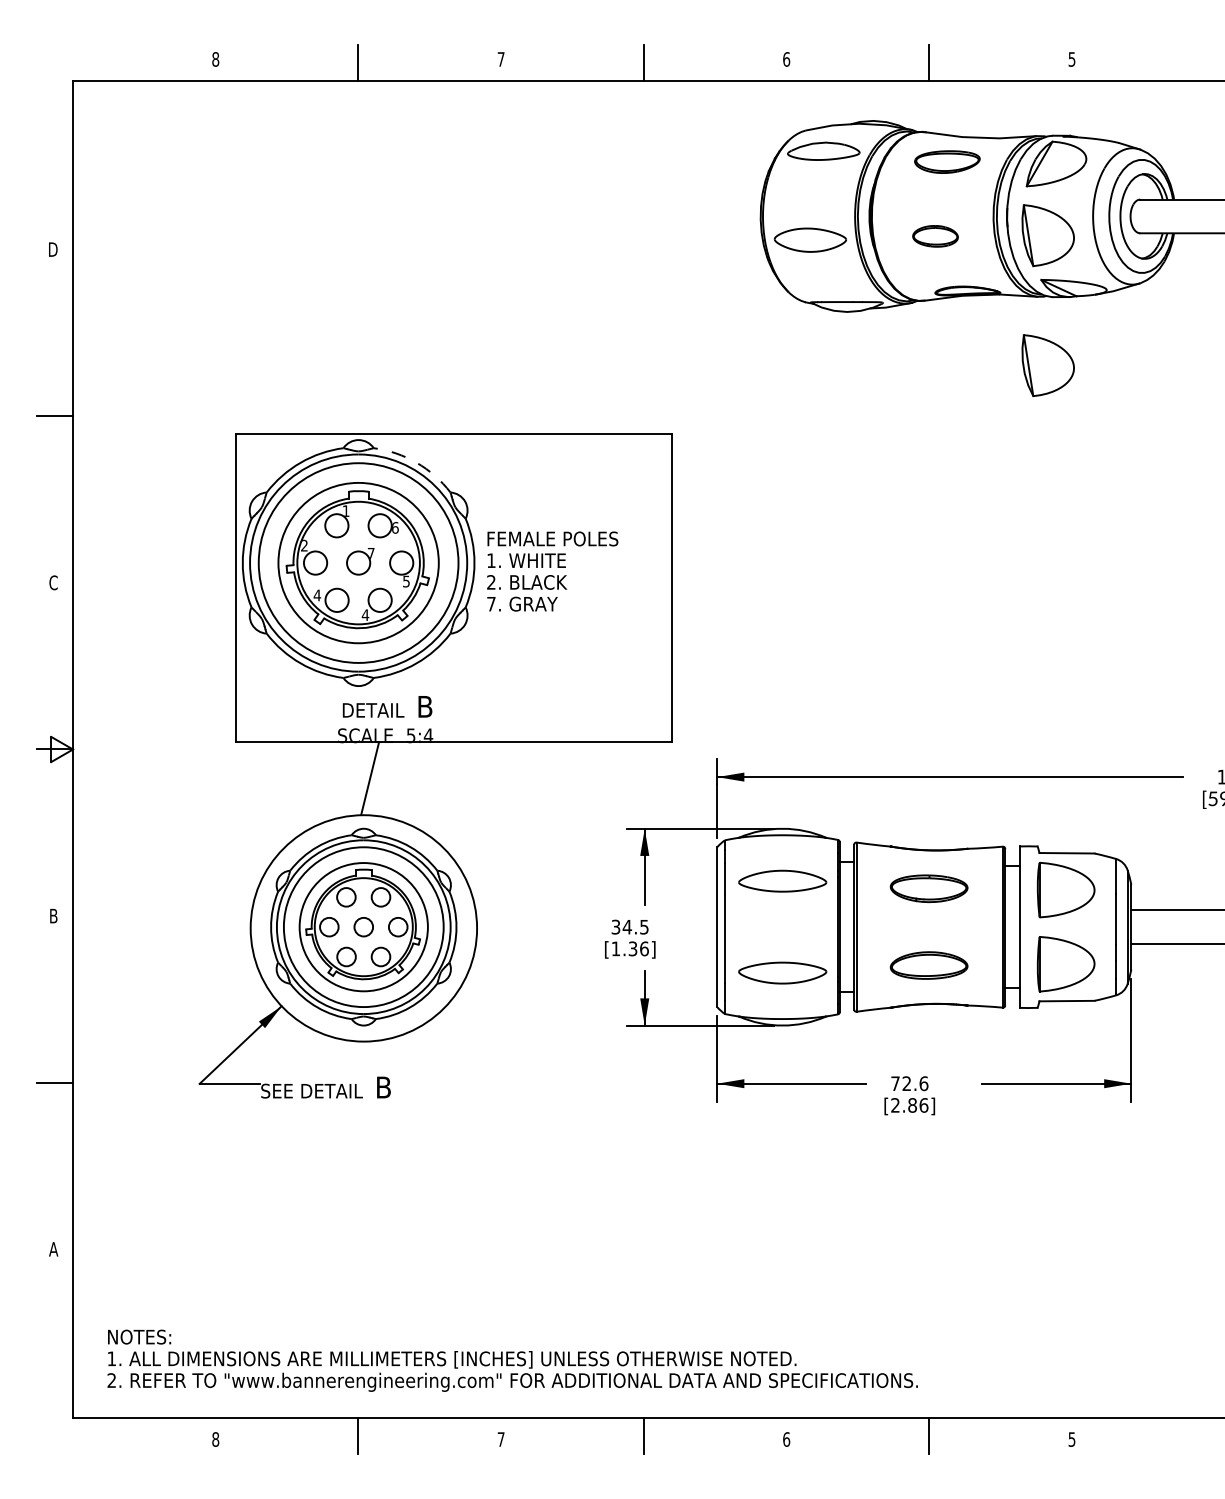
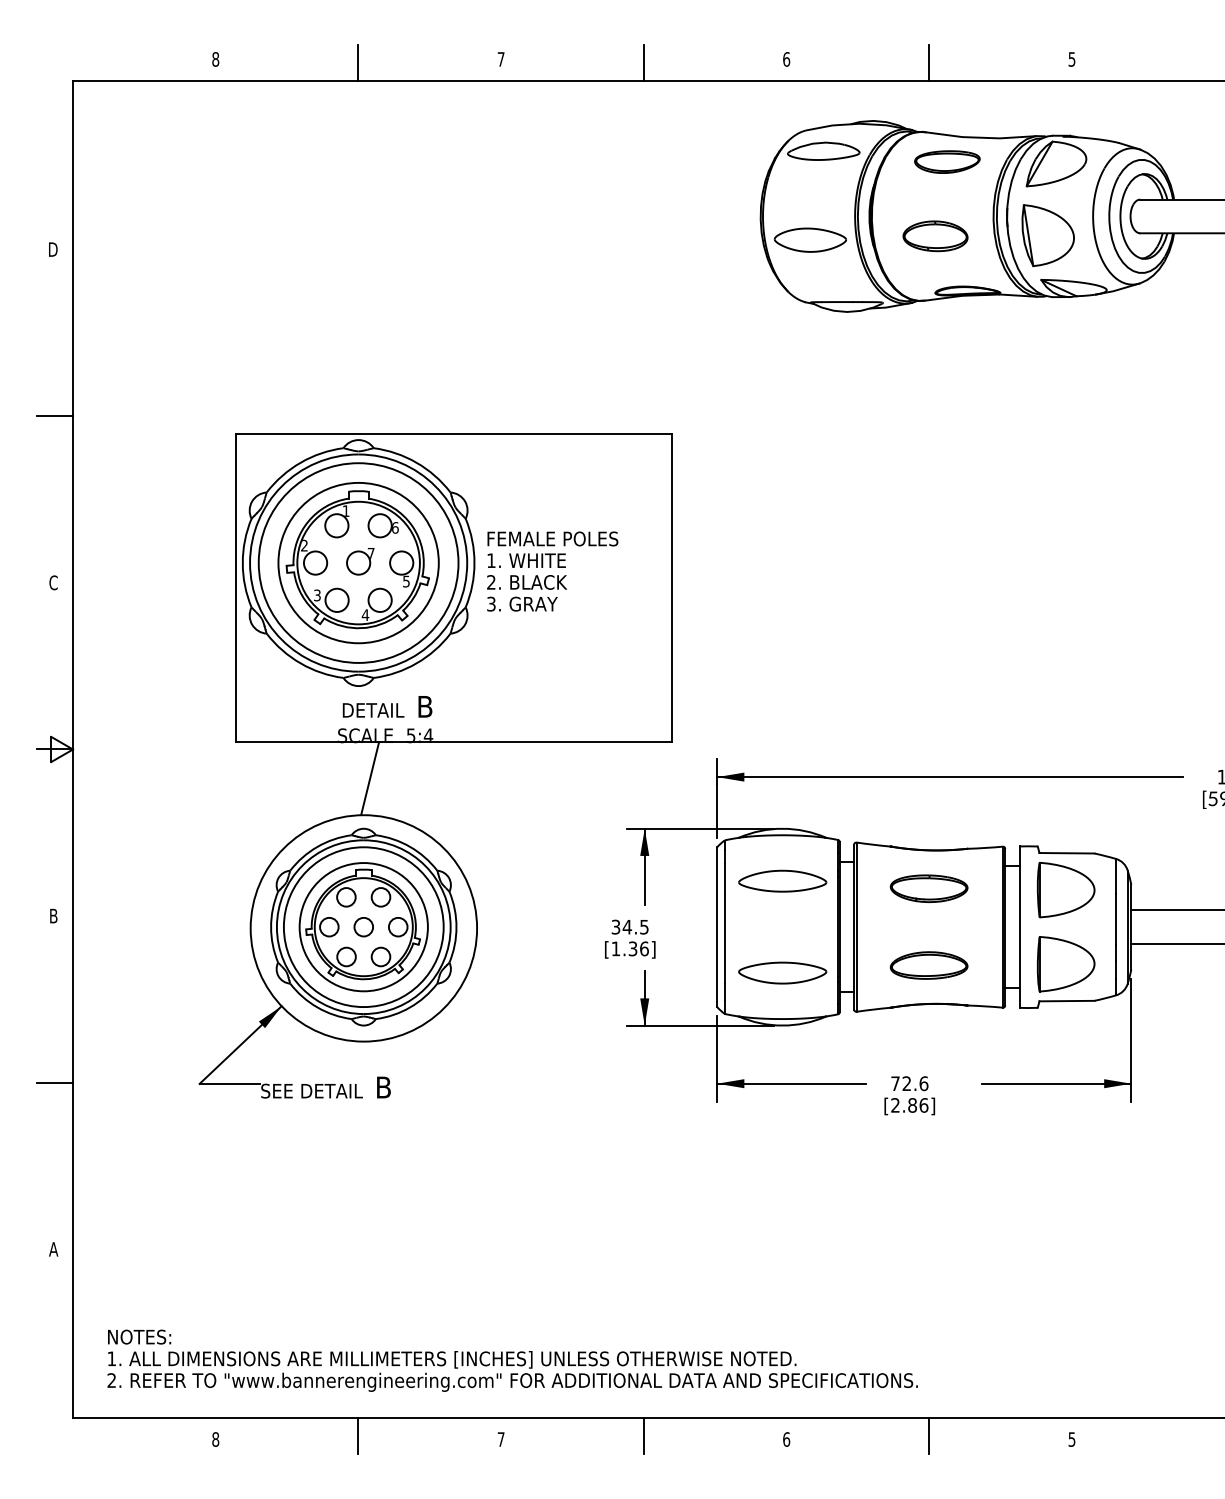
part at (935, 236) size: 47x23 px -> 67x33 px
part at (1047, 365): present -> none
arc at (416, 462): dashed -> solid
text at (317, 595): 4 -> 3
text at (491, 603): 7. -> 3.
